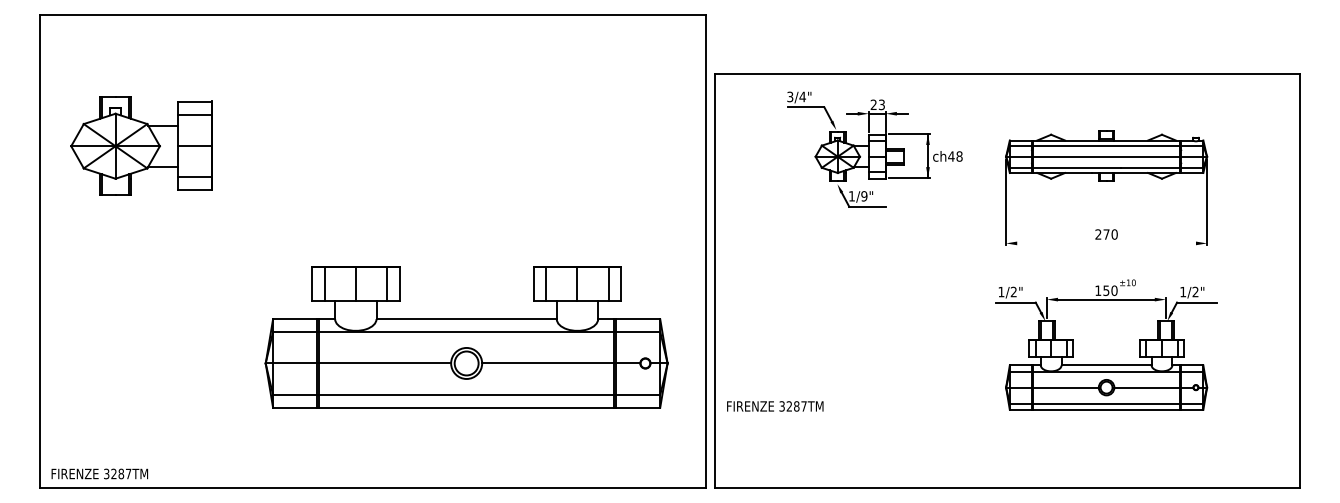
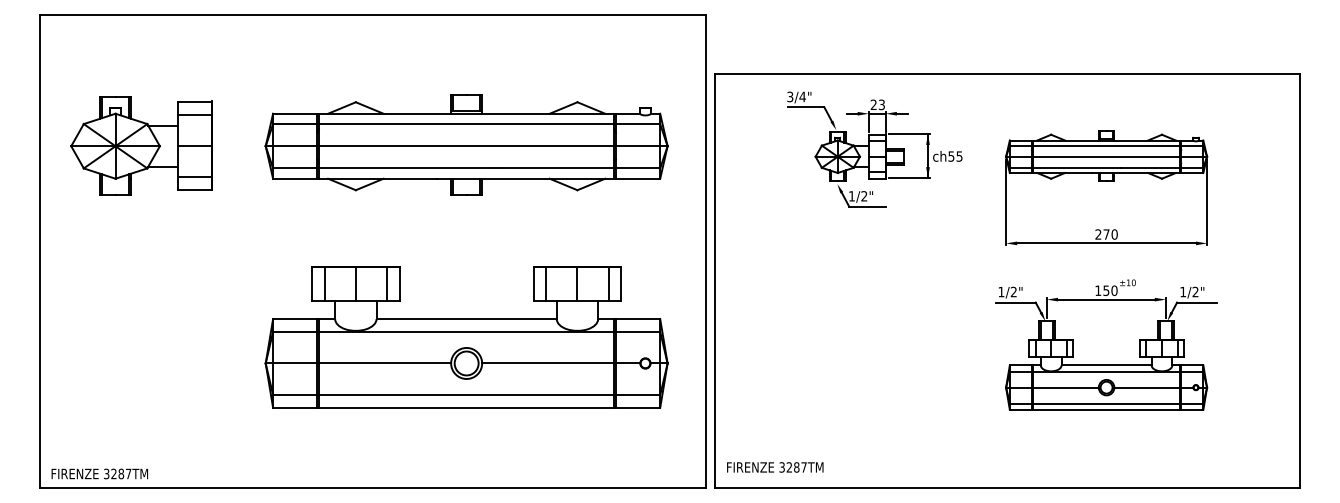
part at (466, 144): none -> present
text at (955, 156): ch48 -> ch55
text at (864, 196): 1/9" -> 1/2"
line at (1106, 243): none -> present
text at (775, 406) position: (775, 406) -> (775, 467)
